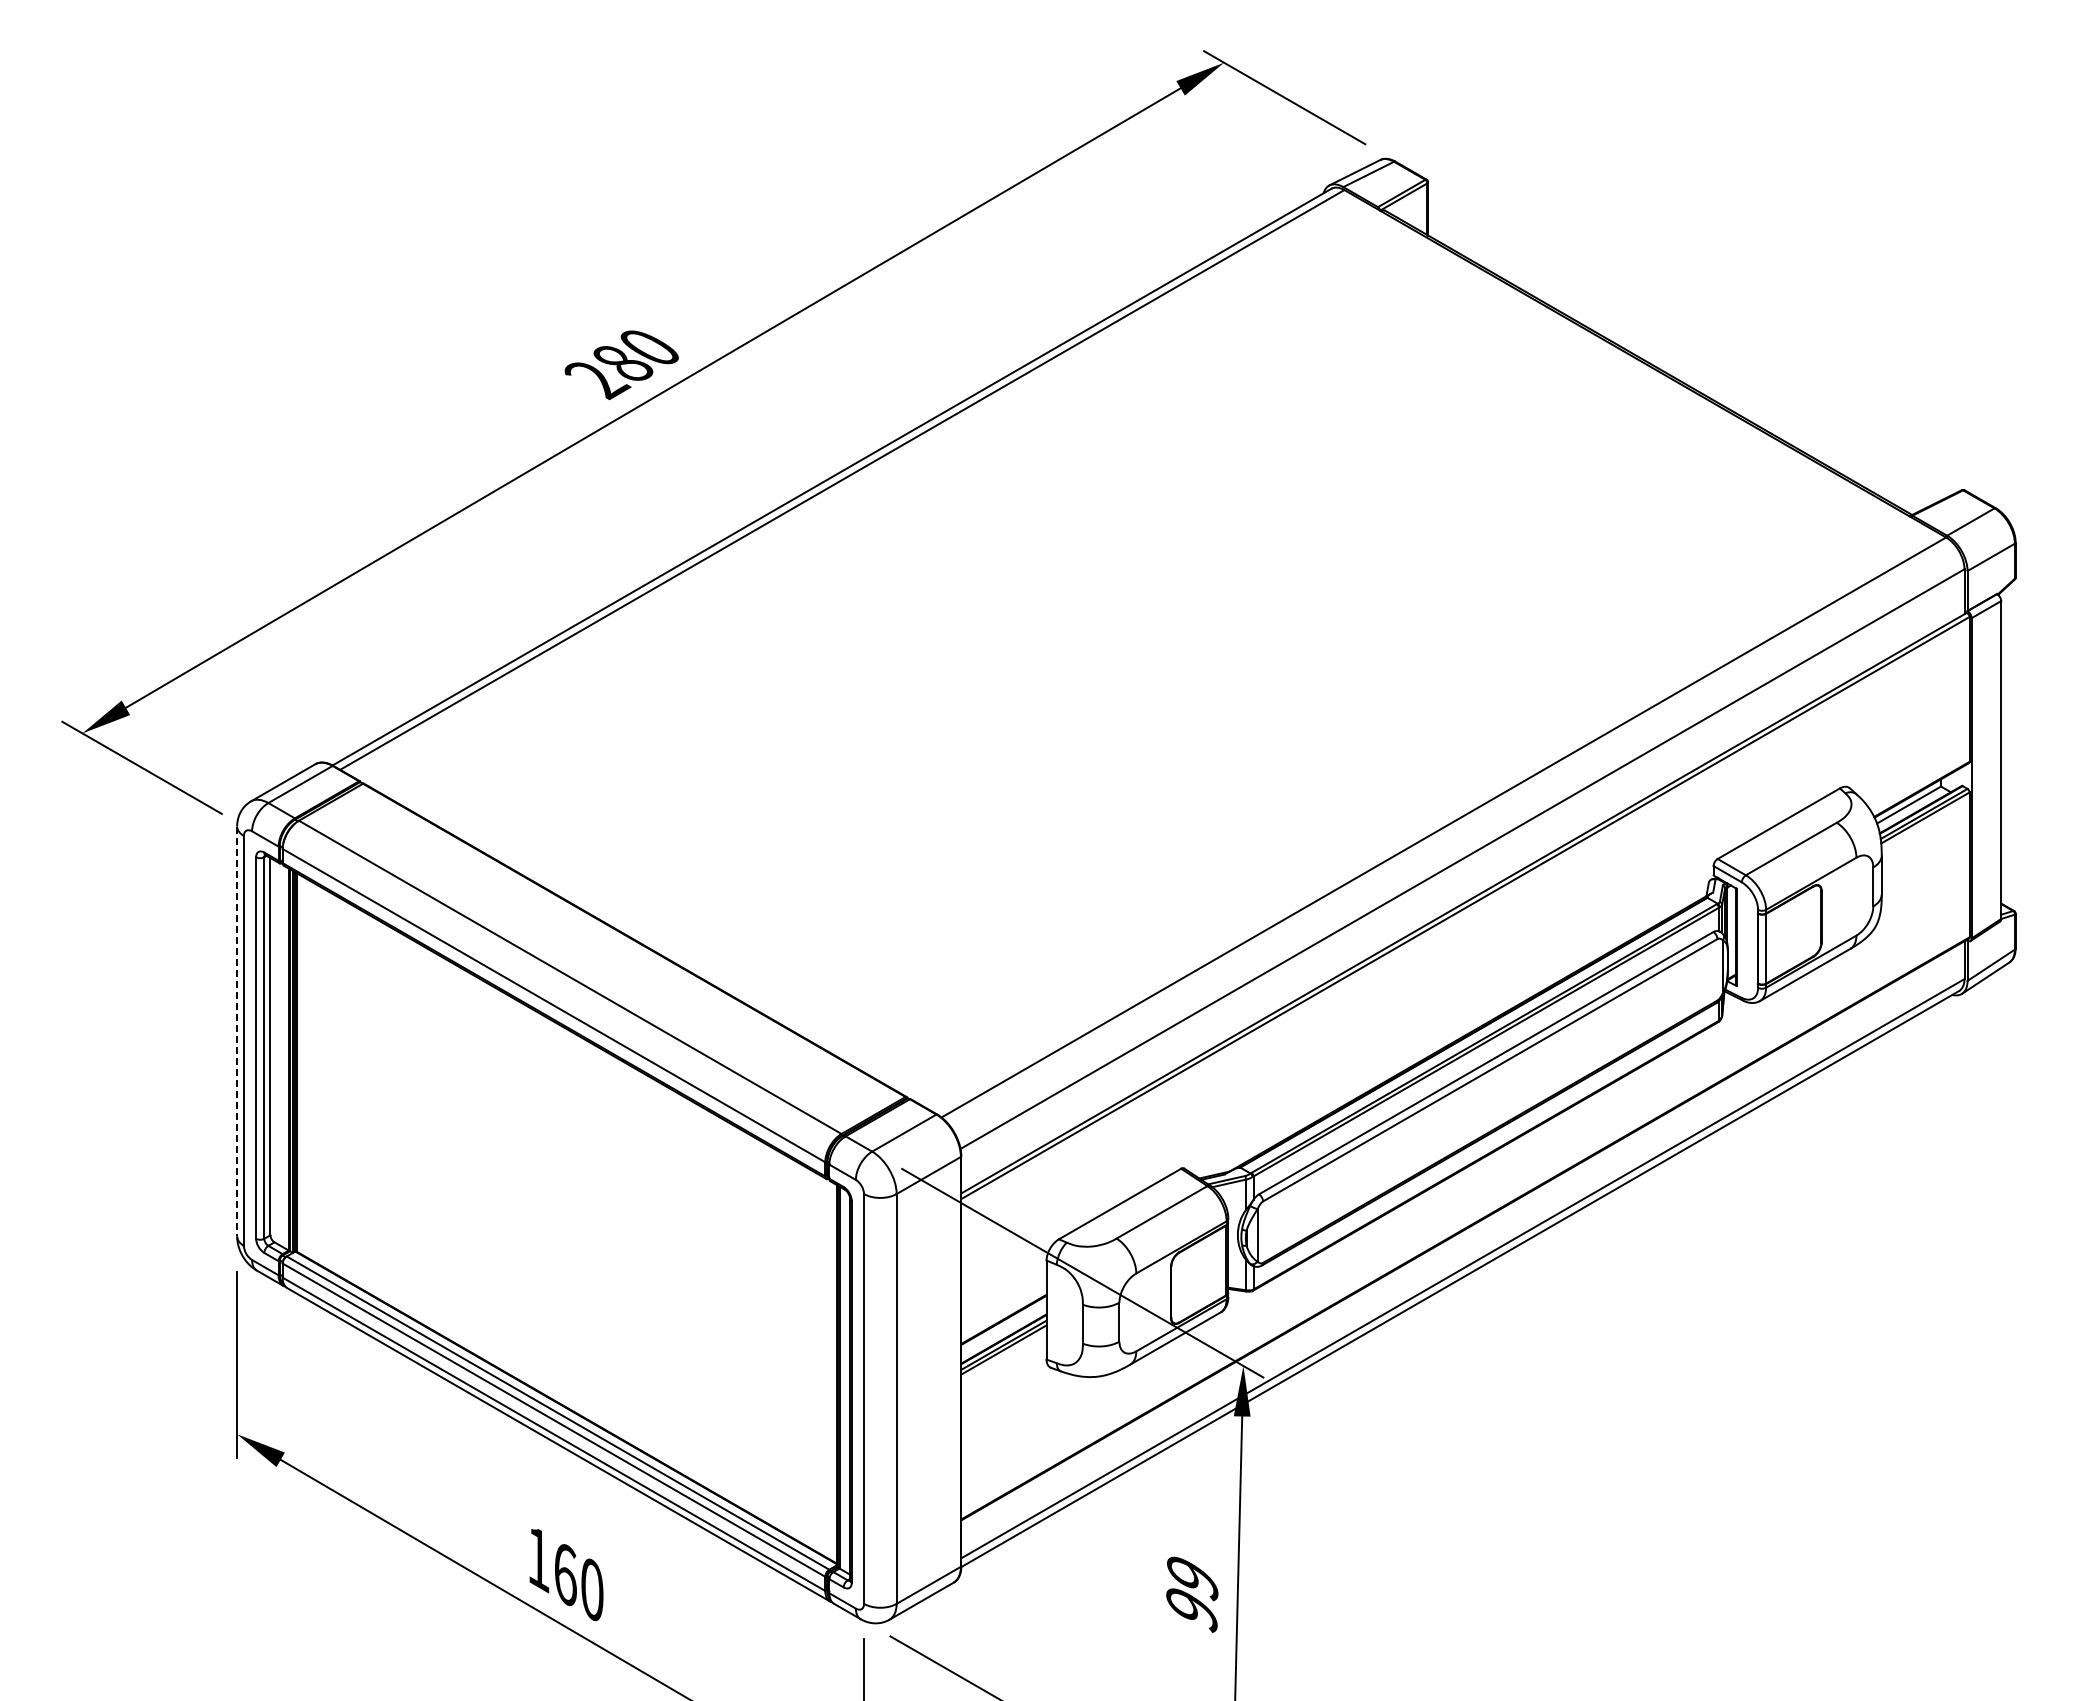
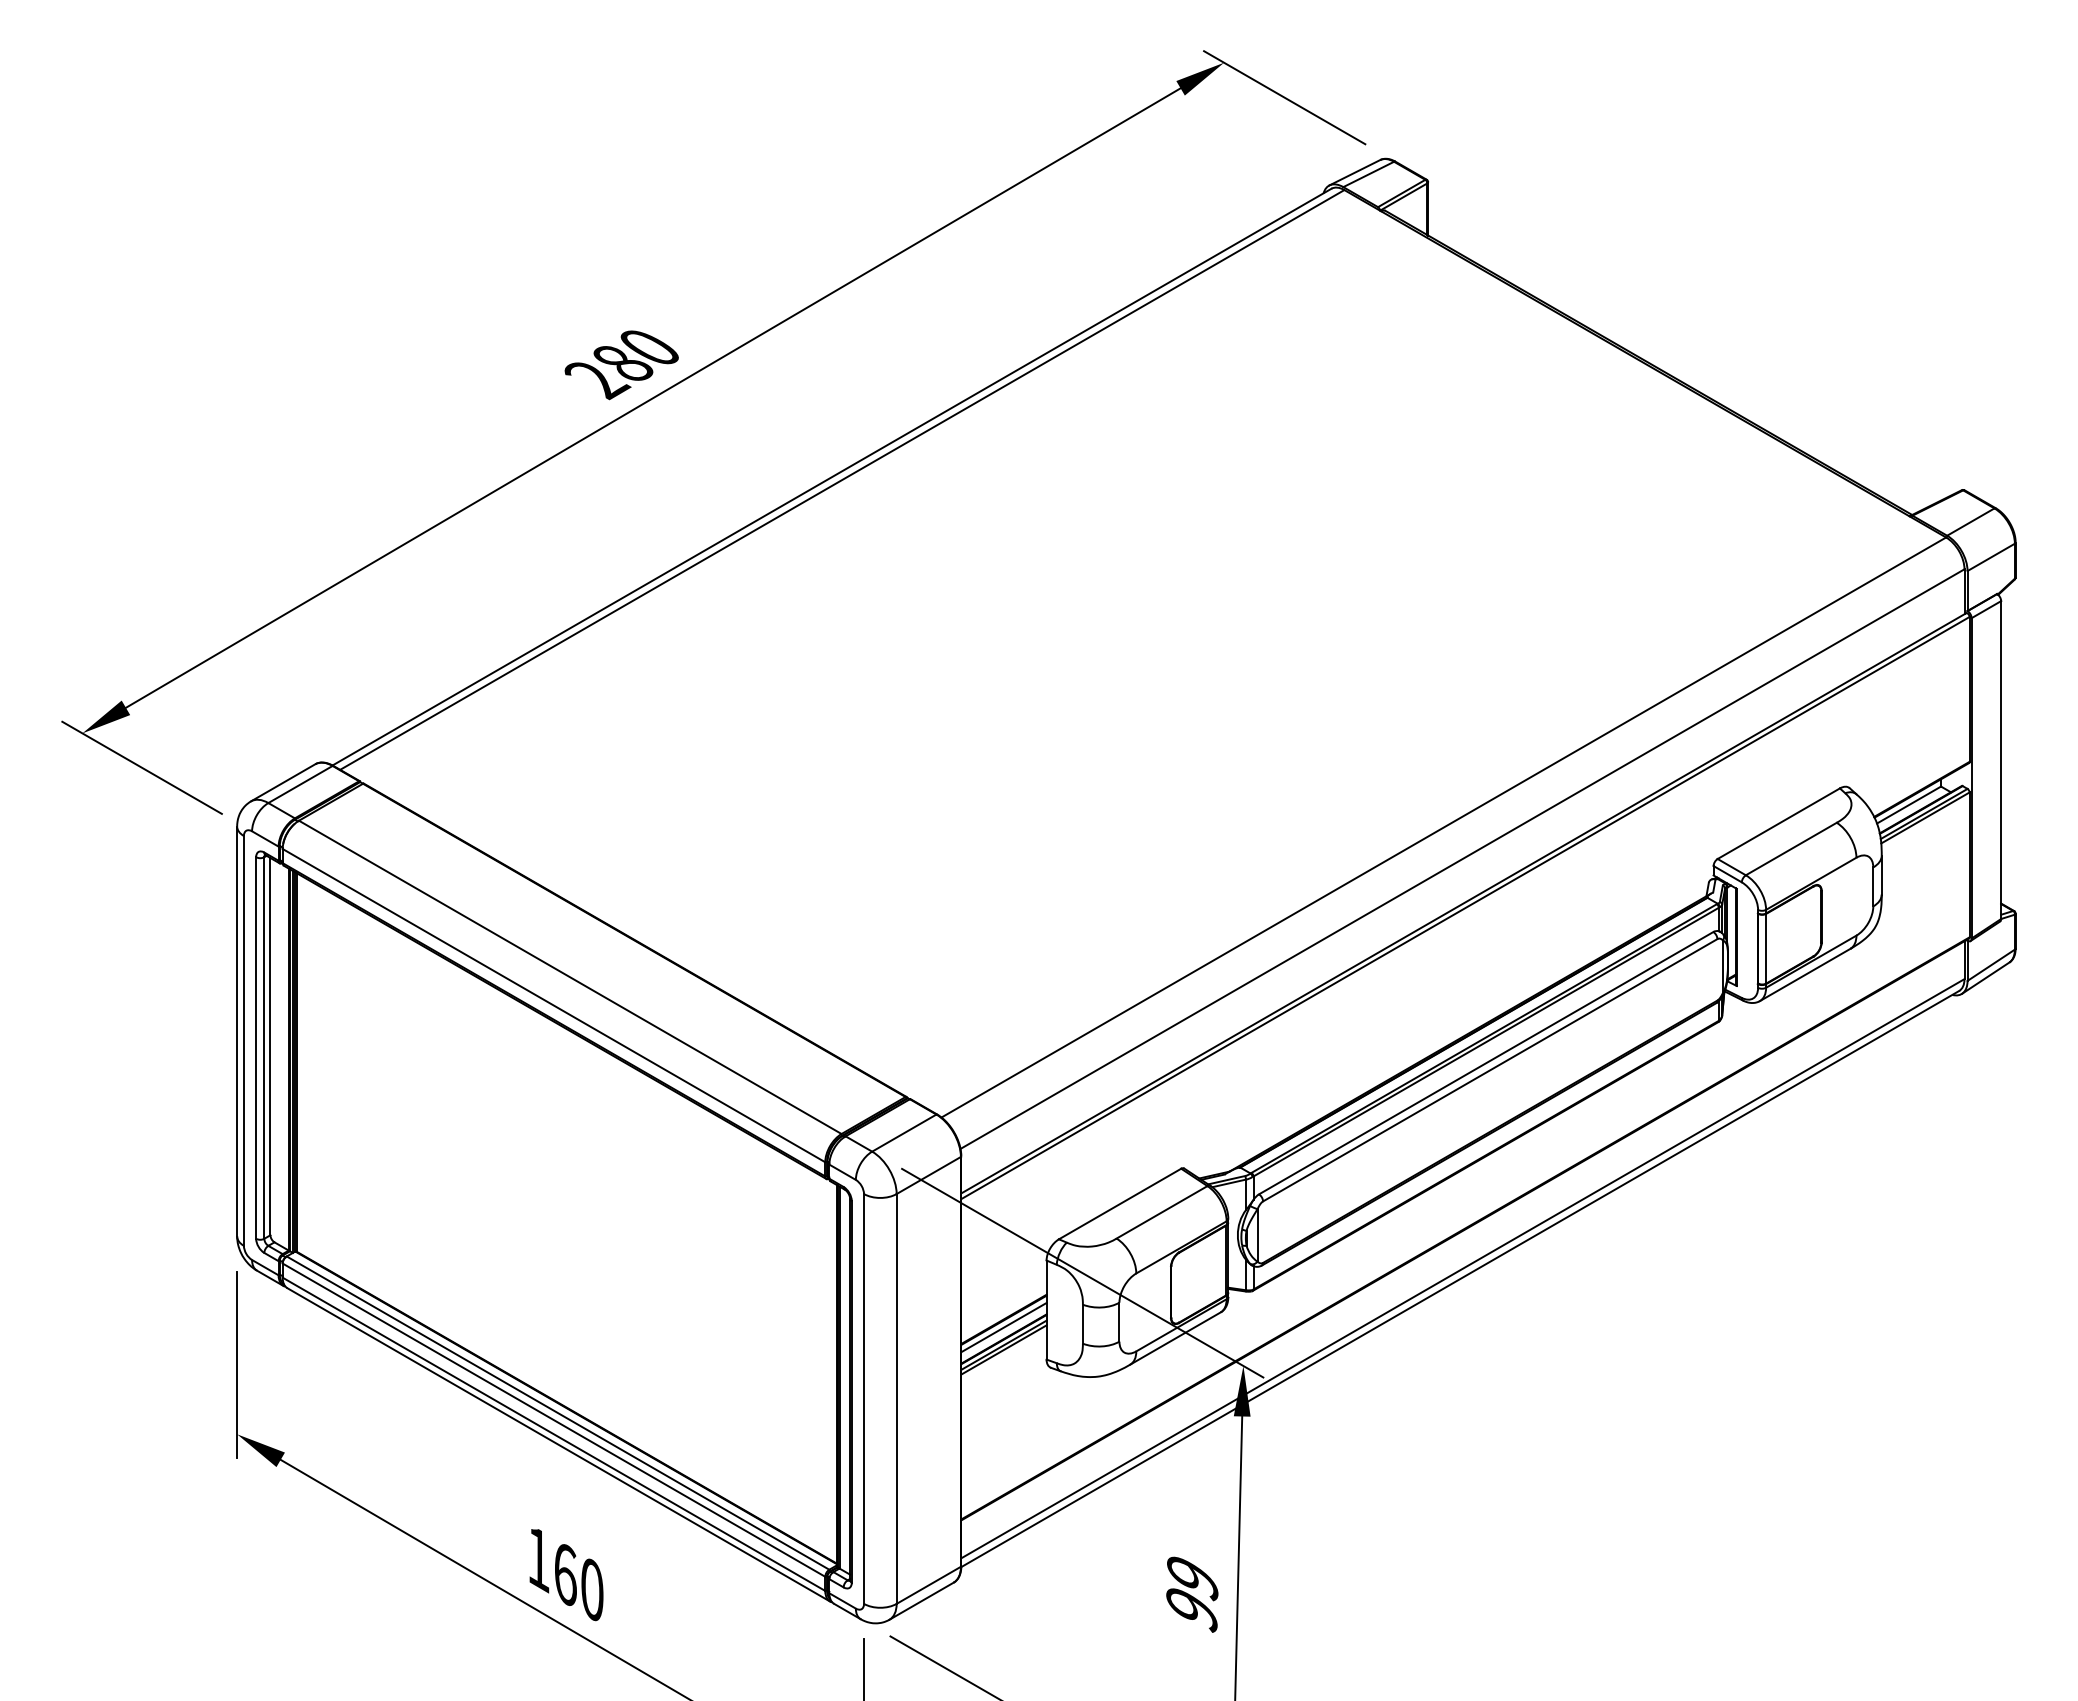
line at (237, 1031): dashed -> solid
line at (1003, 1327): none -> present
